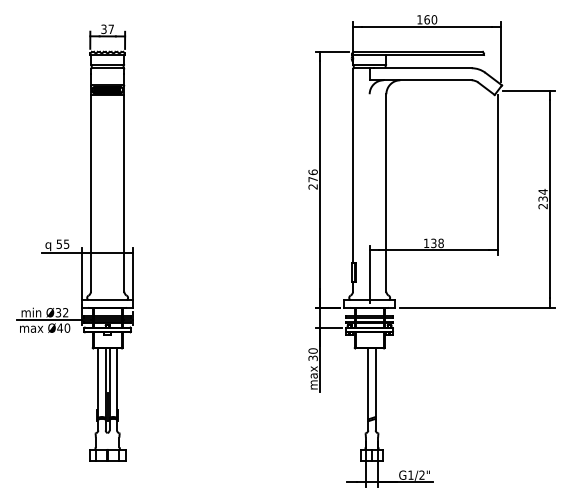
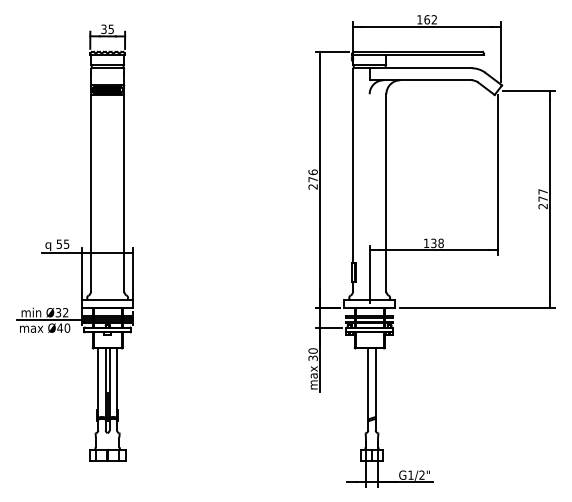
text at (434, 19): 160 -> 162
text at (110, 29): 37 -> 35
text at (542, 195): 234 -> 277
